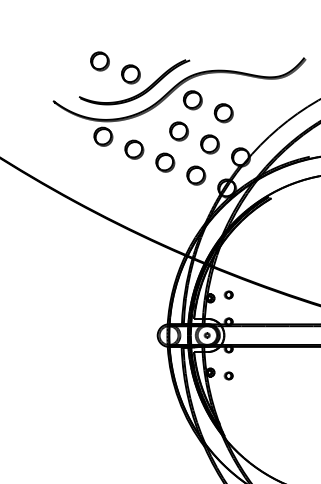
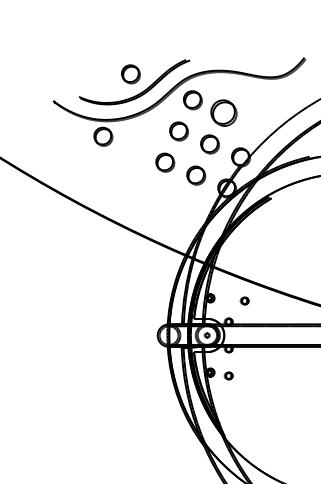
part at (99, 61): present -> none
part at (223, 113) size: 21x21 px -> 28x28 px
part at (134, 149): present -> none
part at (228, 294) position: (228, 294) -> (244, 300)
